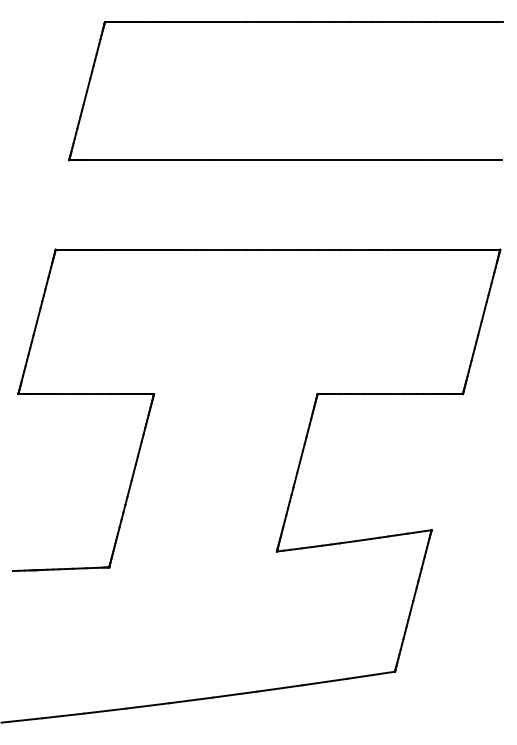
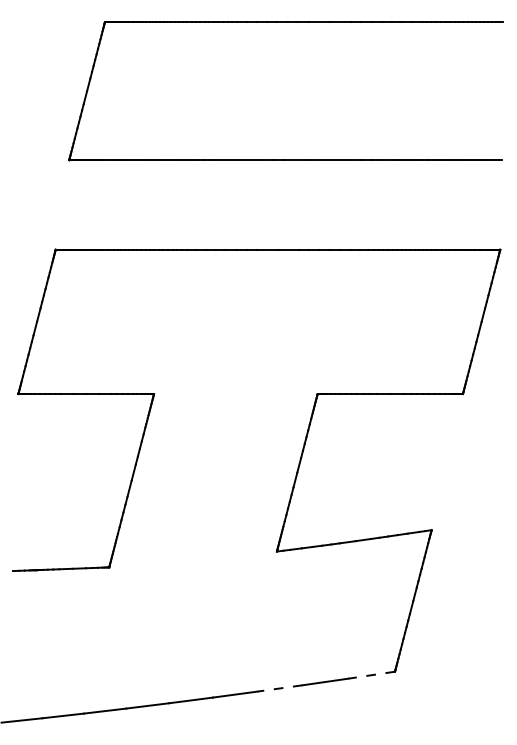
line at (371, 675): solid -> dashed
line at (279, 688): solid -> dashed
